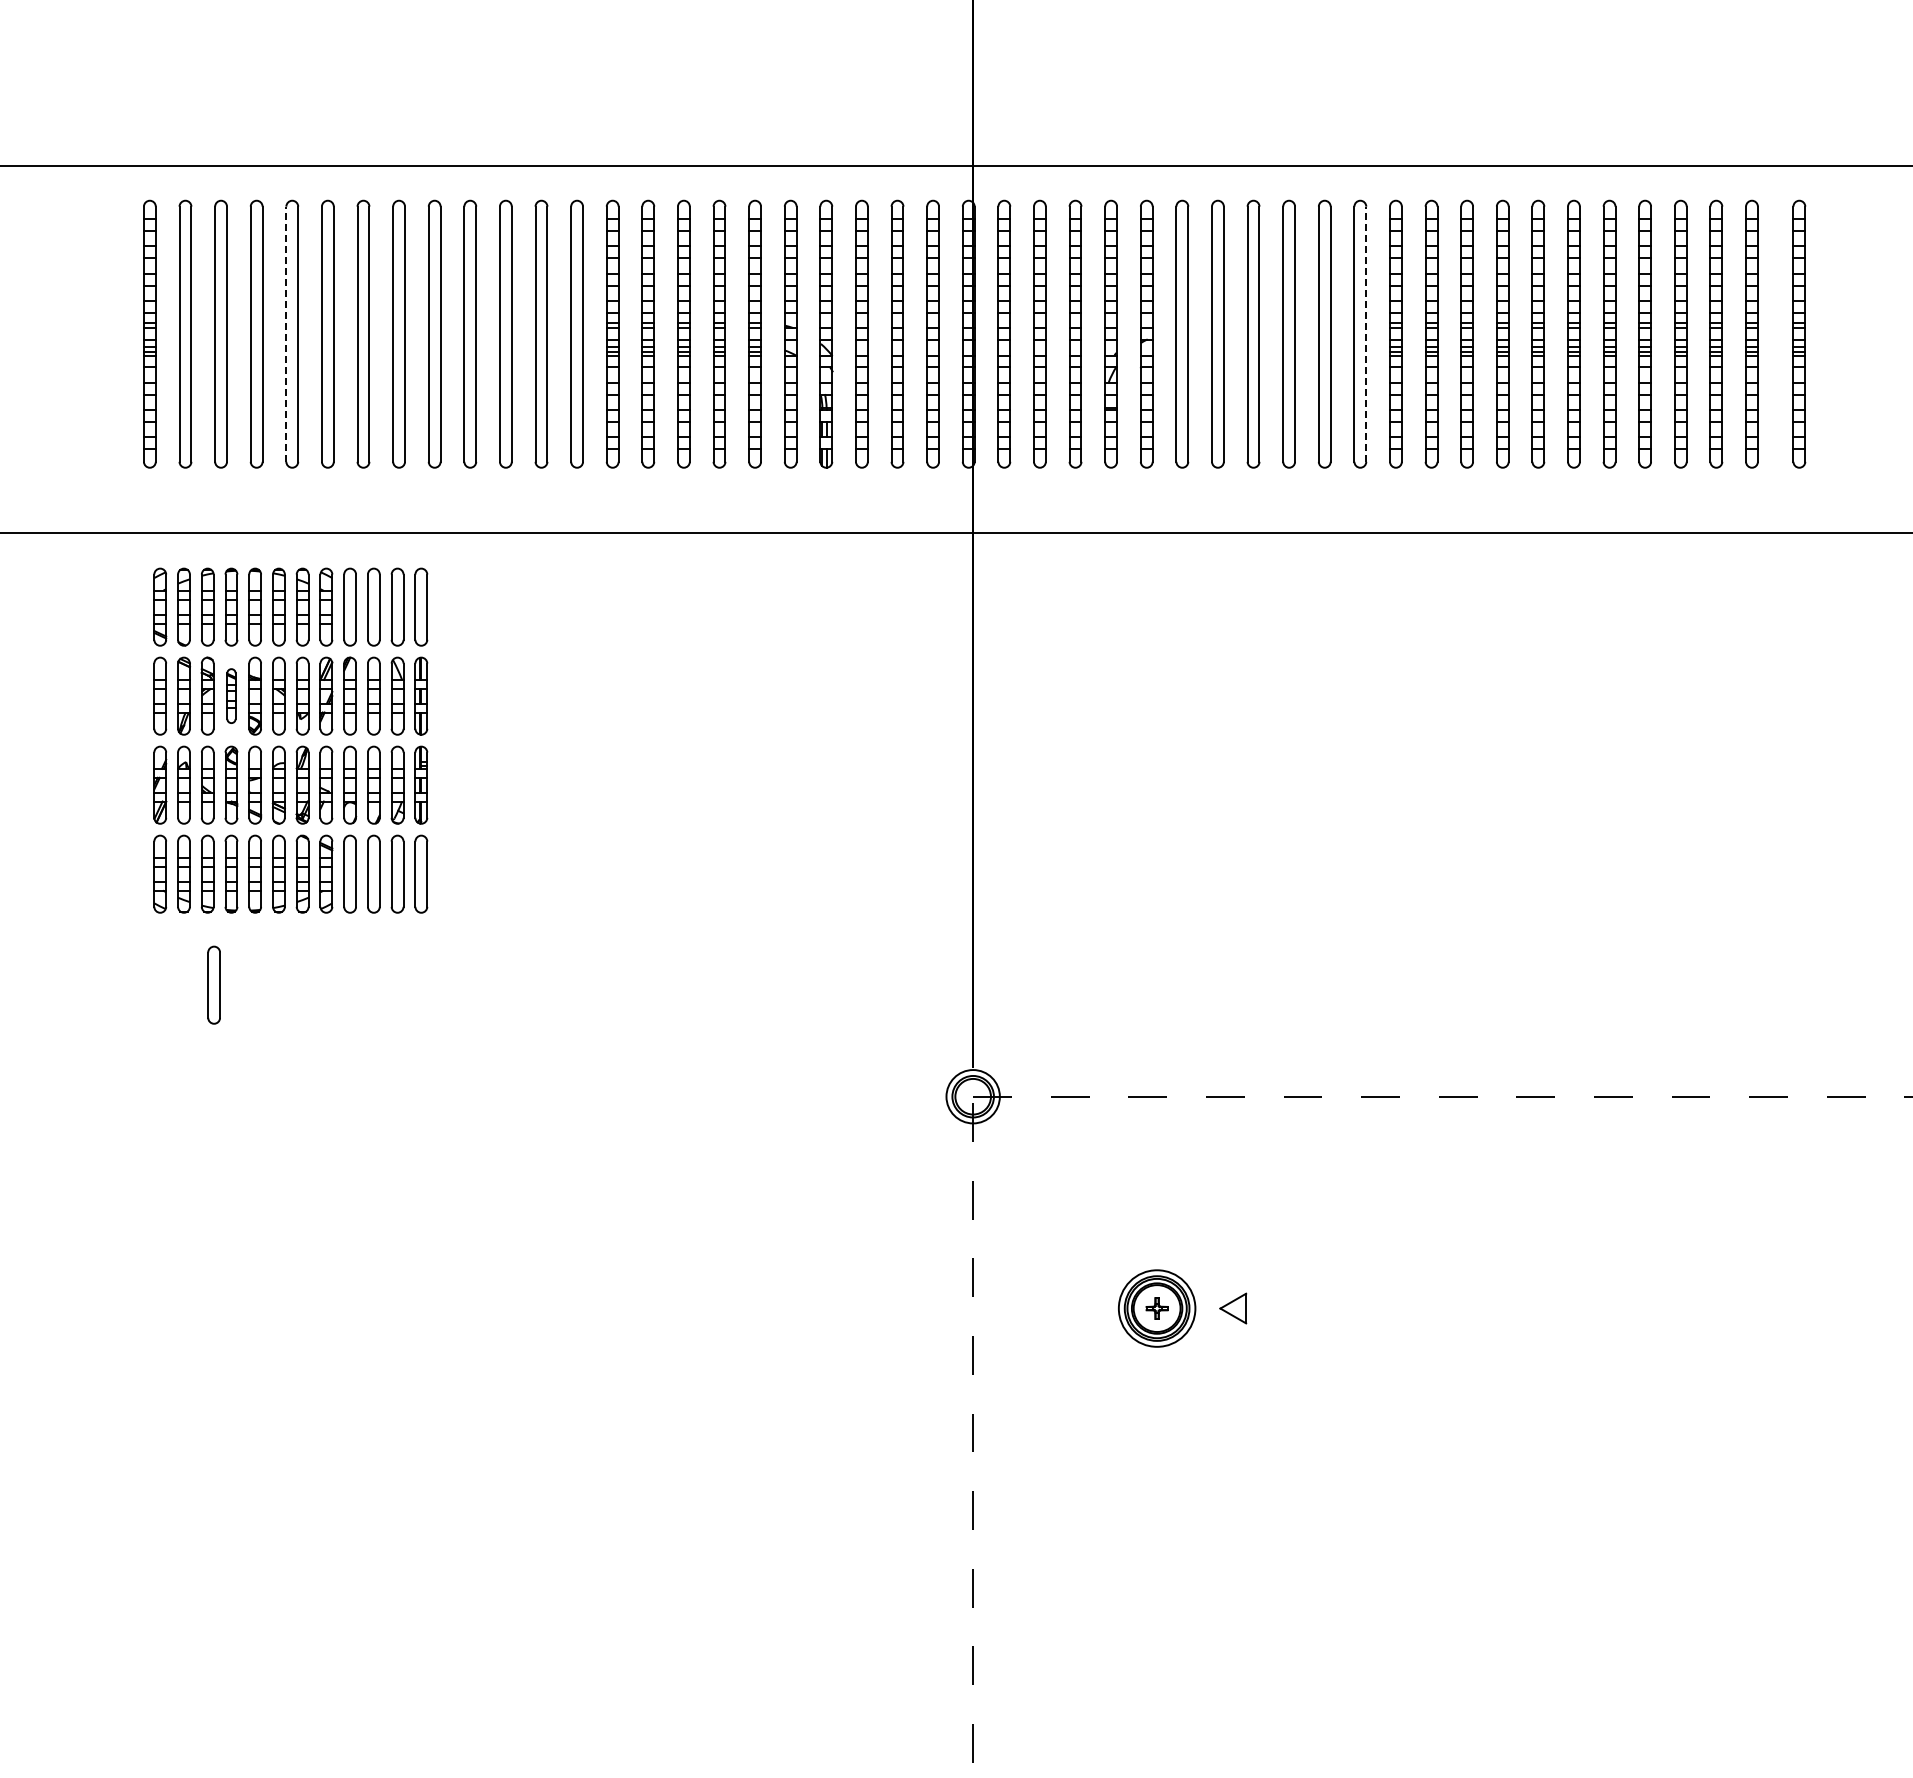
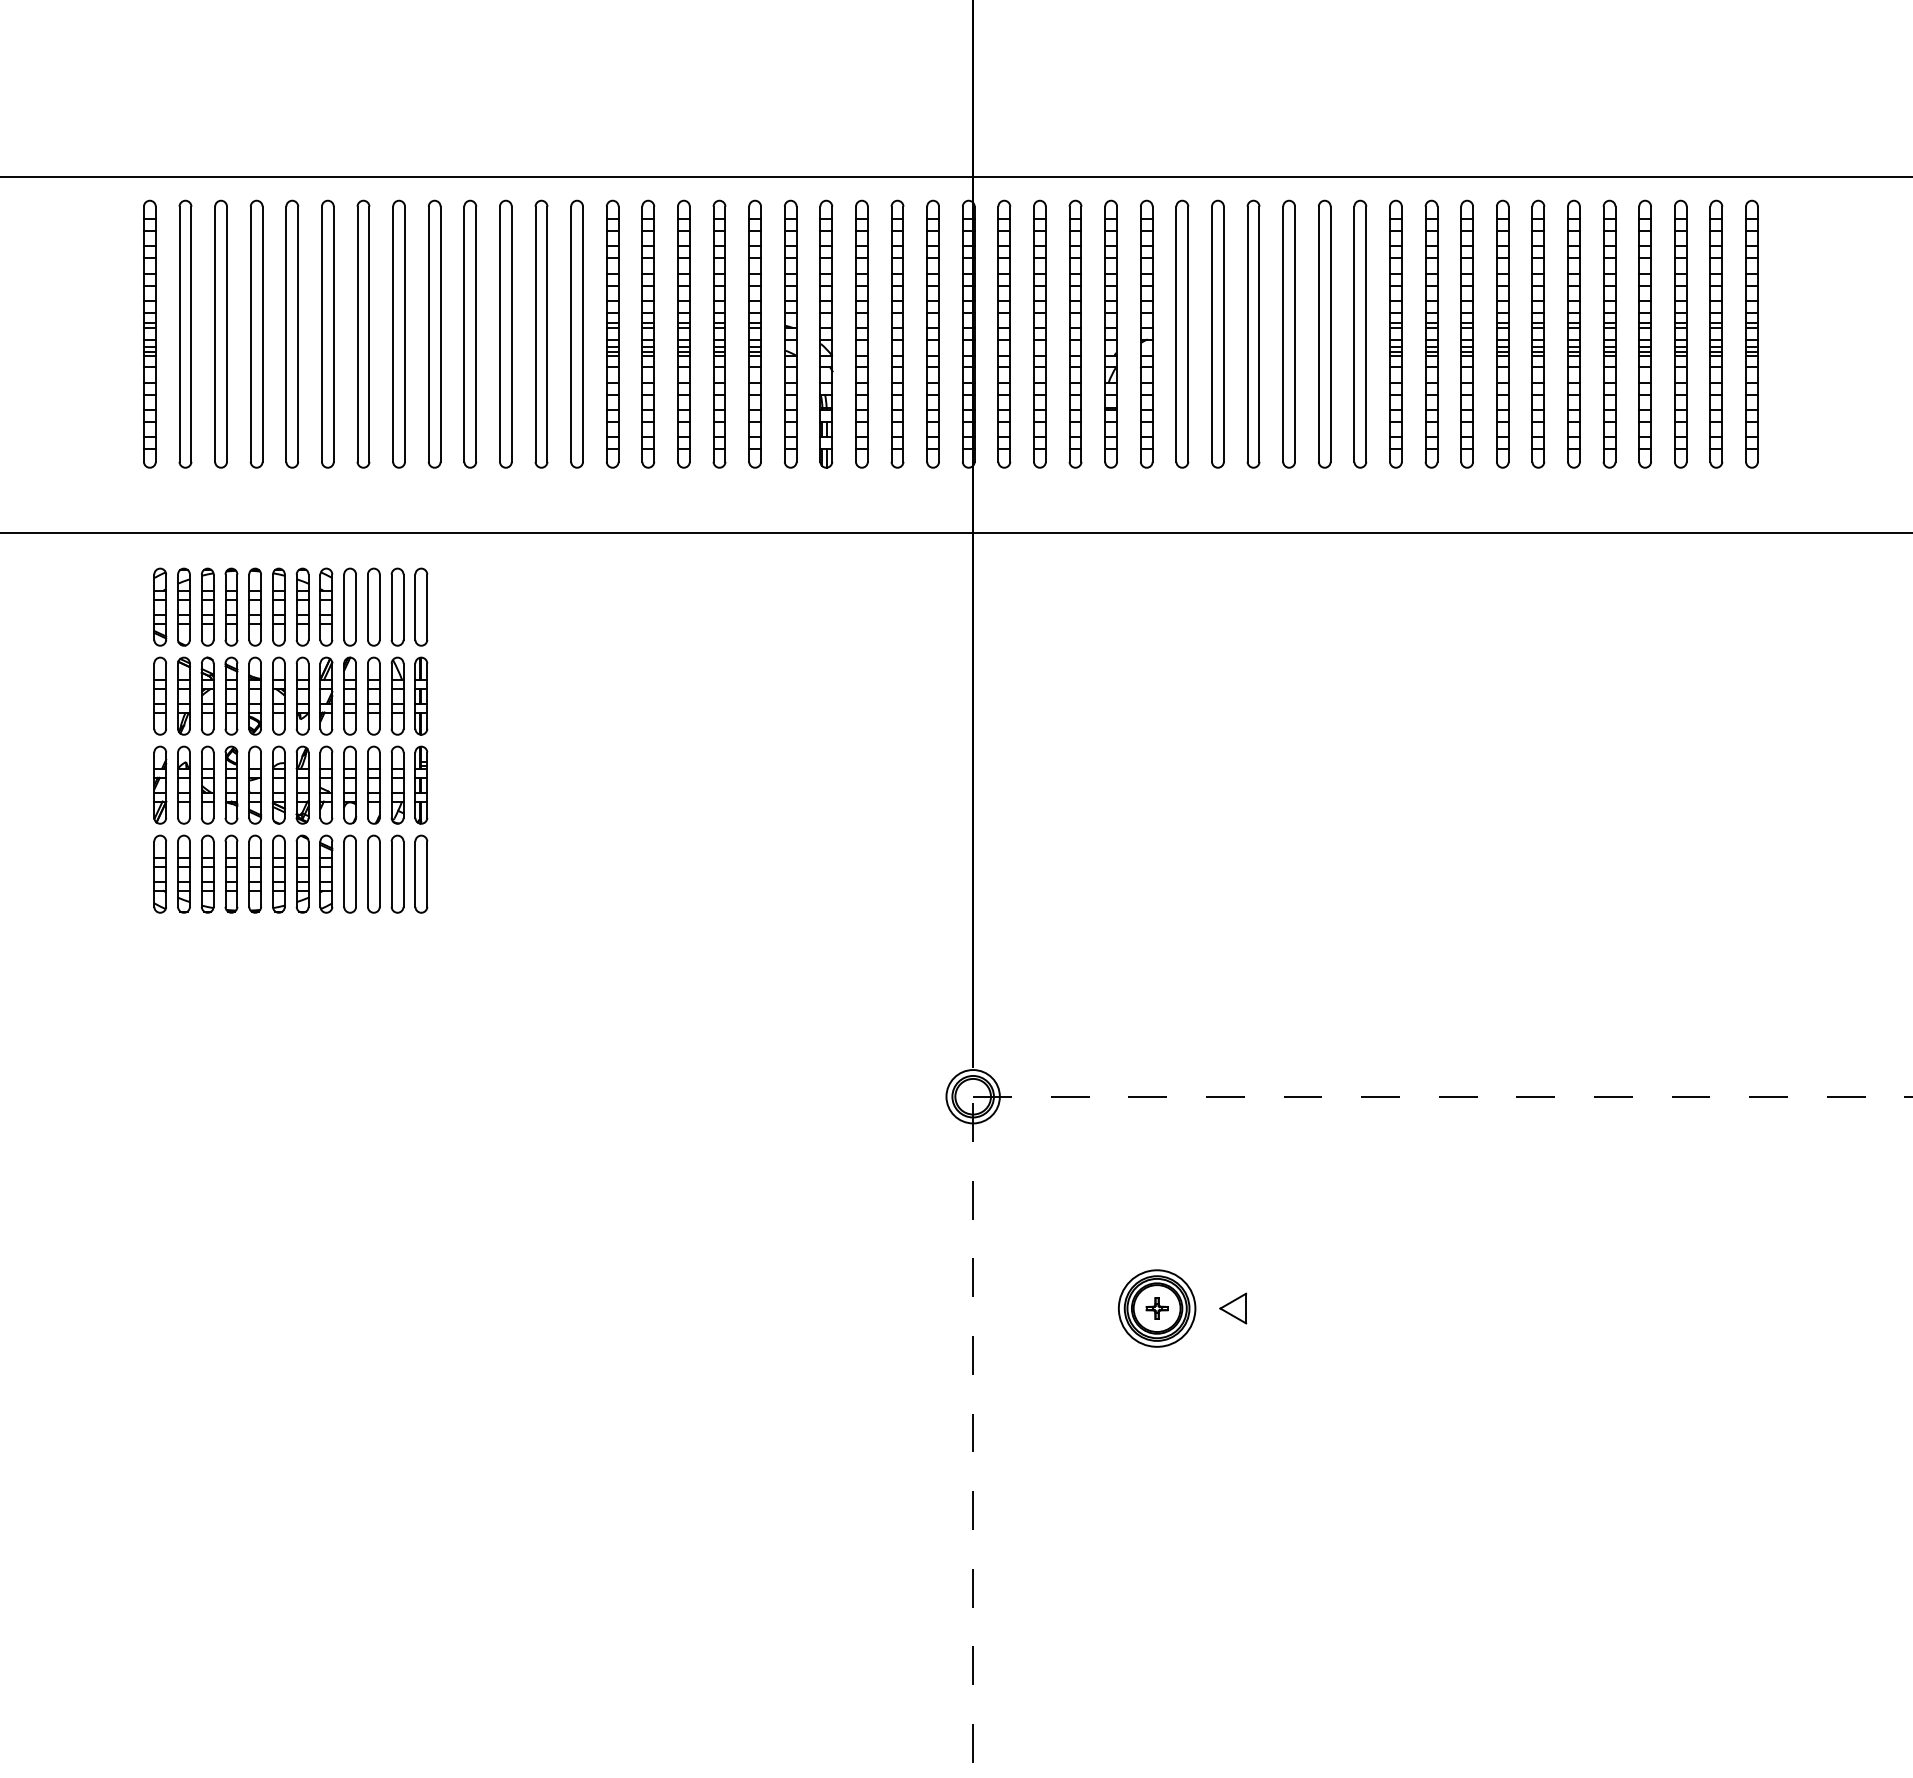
line at (955, 166) position: (955, 166) -> (955, 177)
part at (1799, 333): present -> none
line at (286, 334): dashed -> solid
line at (1366, 334): dashed -> solid
part at (231, 695) size: 11x56 px -> 15x80 px
part at (213, 984): present -> none
